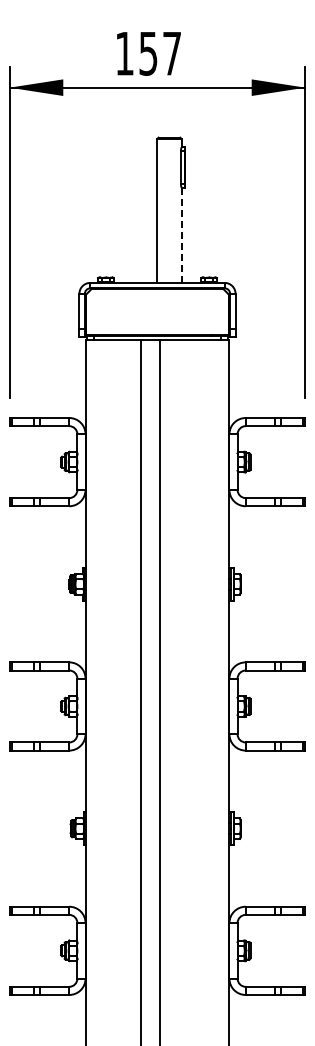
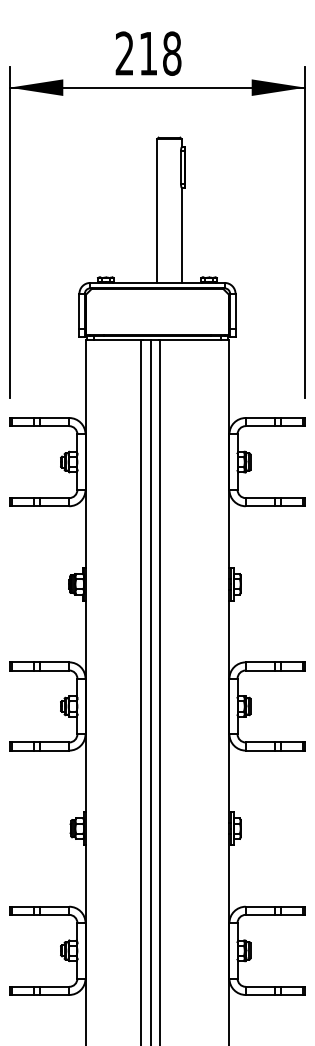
text at (148, 53): 157 -> 218
line at (181, 235): dashed -> solid
line at (150, 690): none -> present
